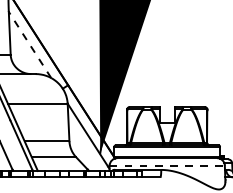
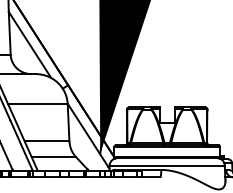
line at (29, 44): dashed -> solid
line at (167, 165): dashed -> solid
